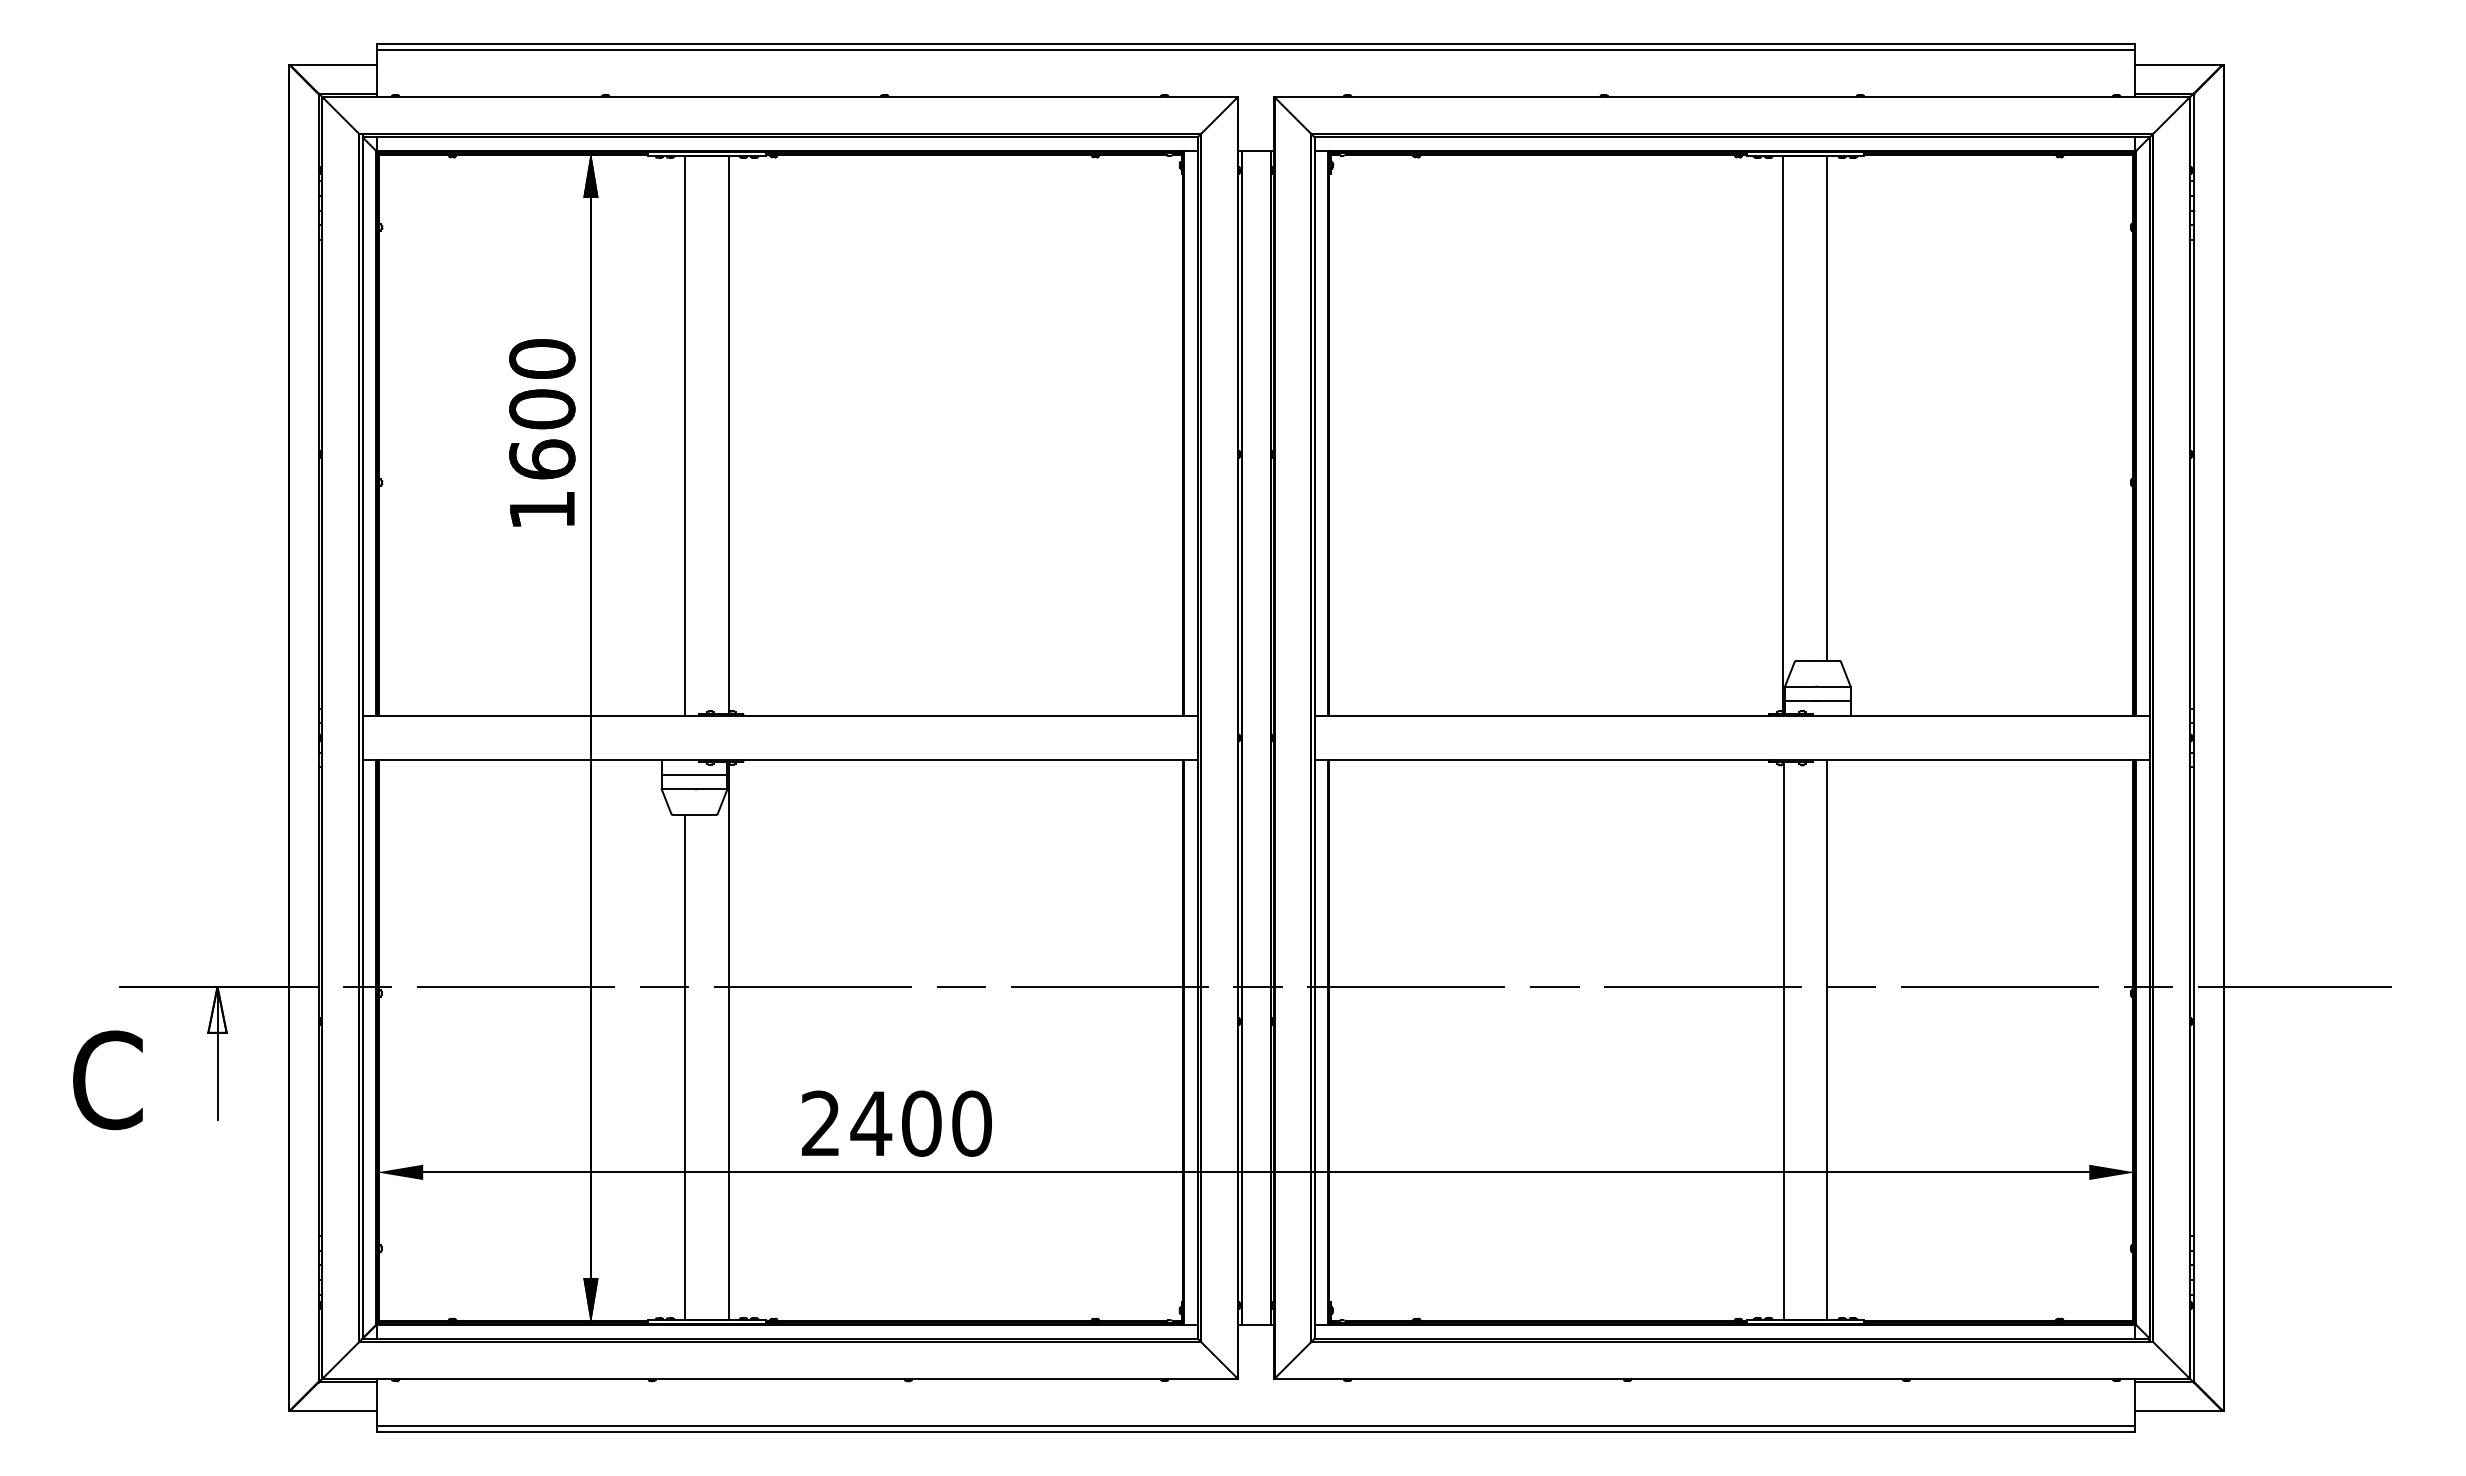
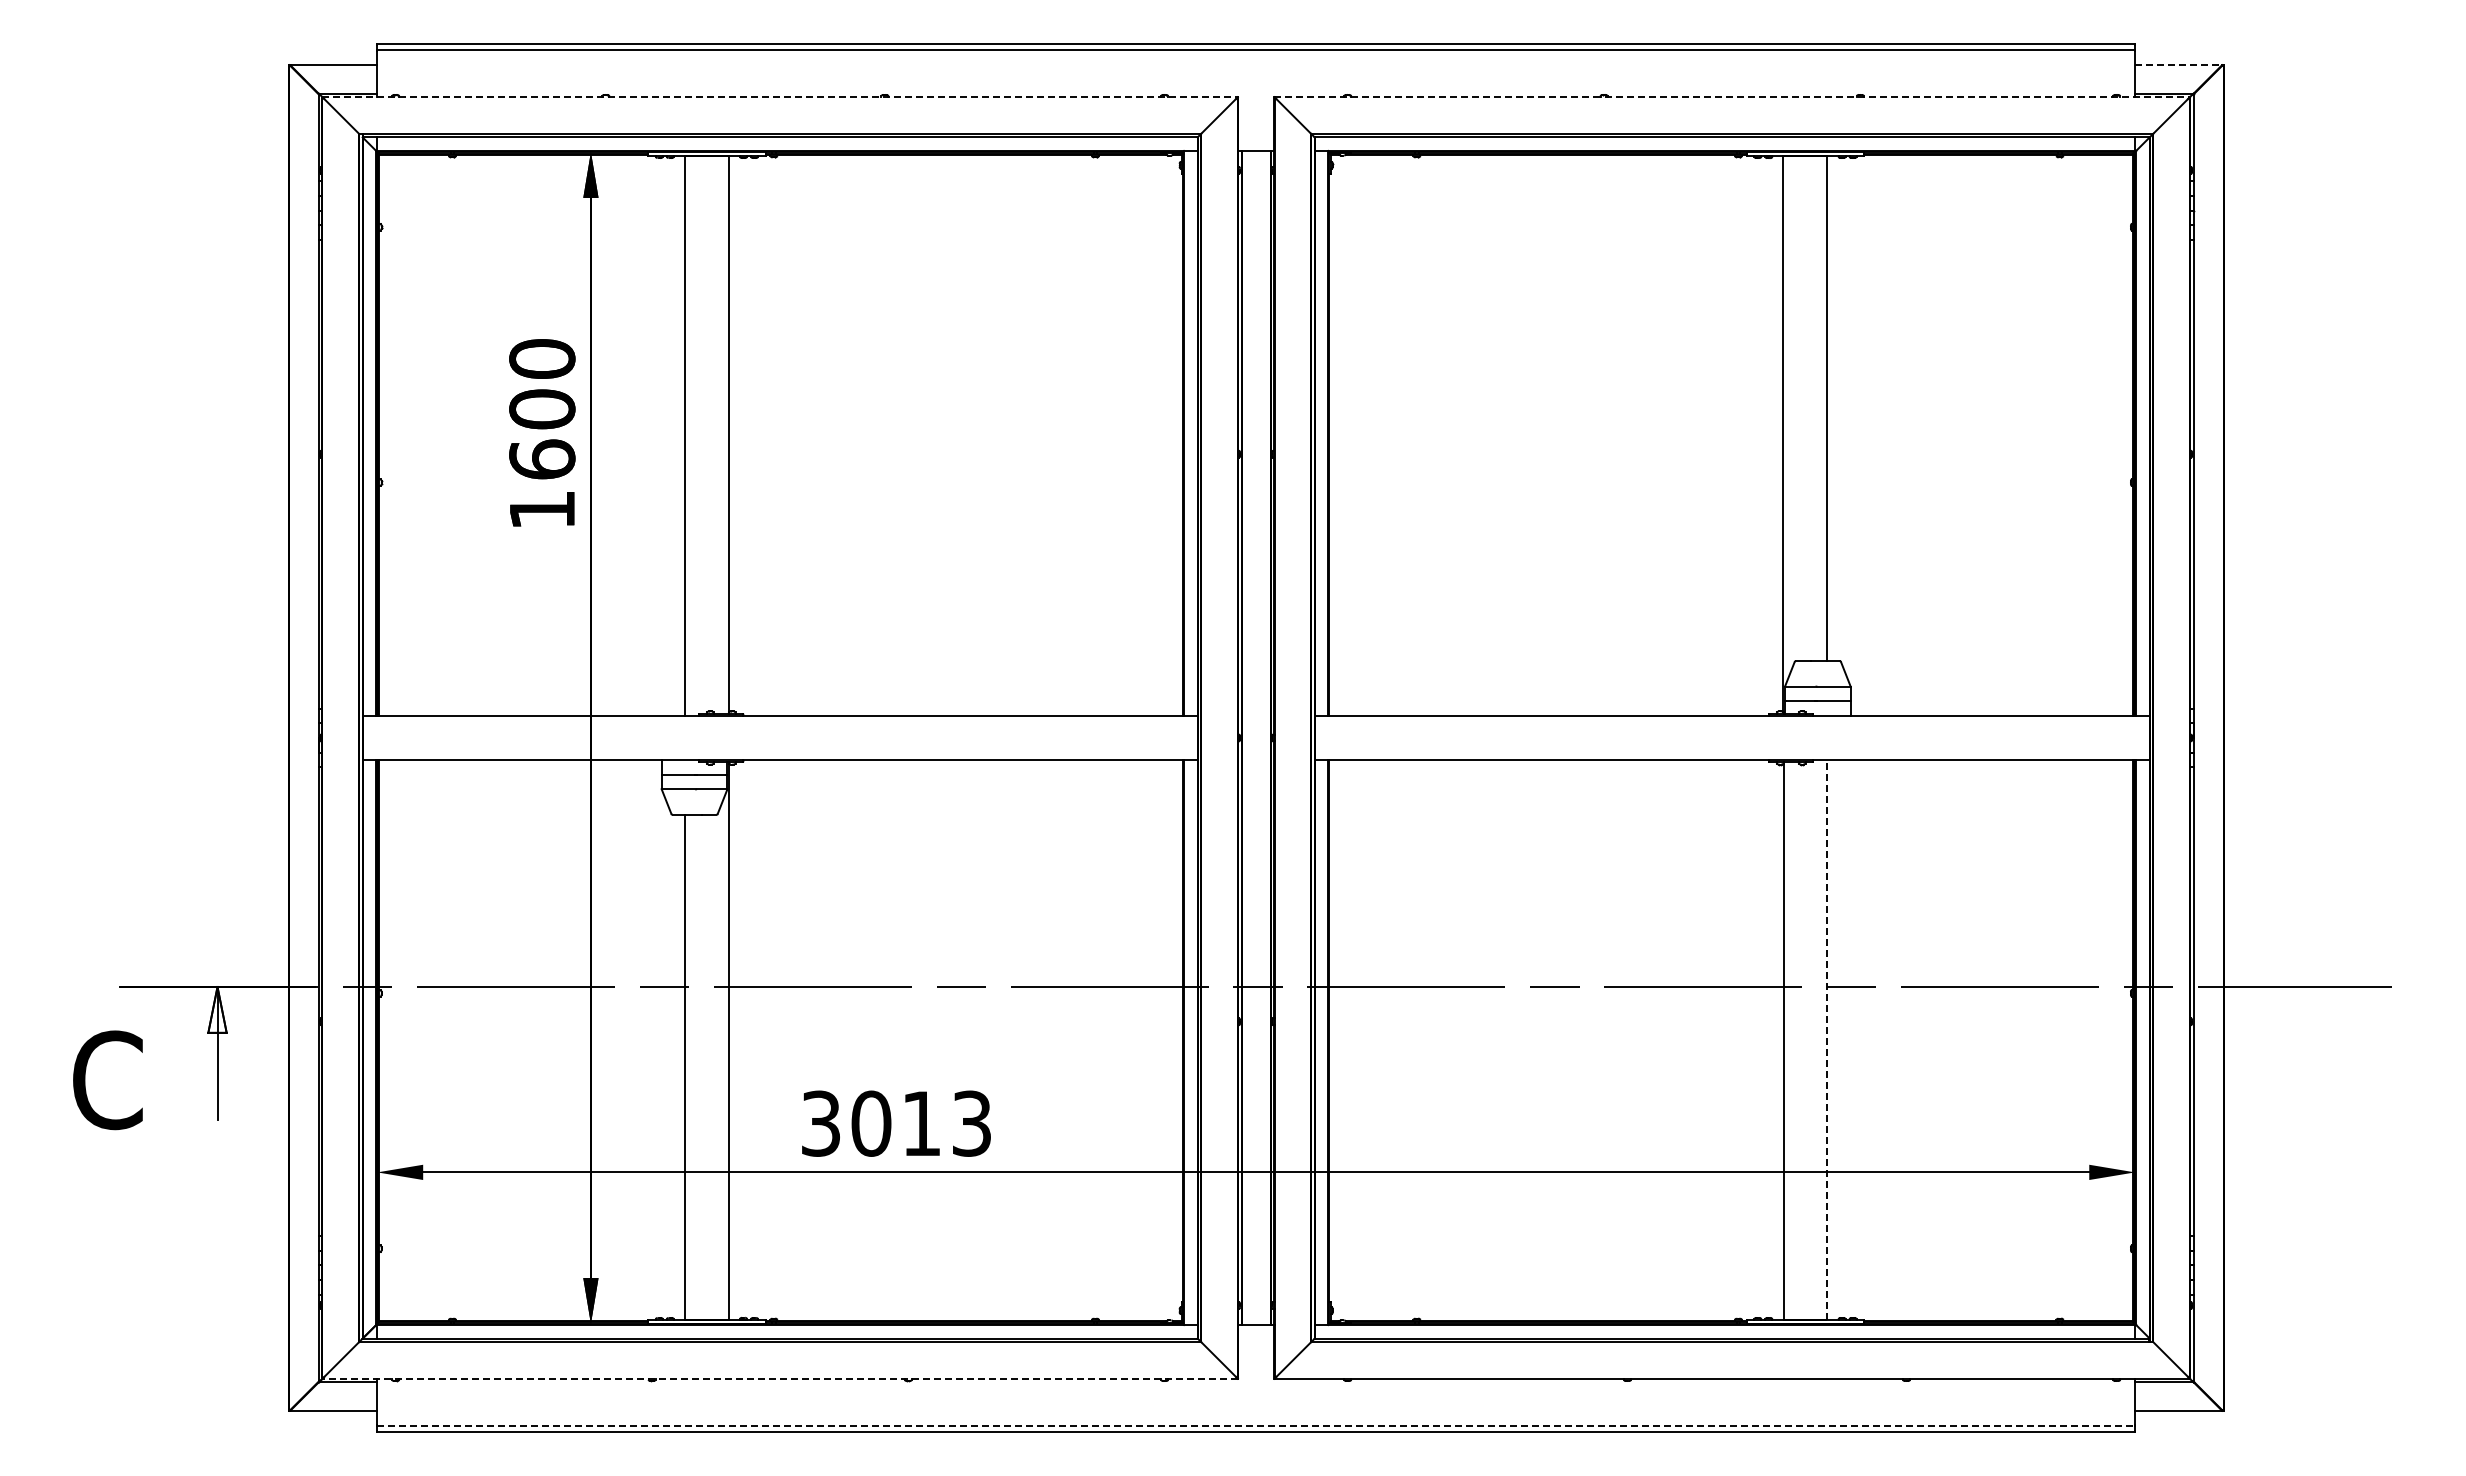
line at (2178, 64): solid -> dashed
line at (780, 97): solid -> dashed
line at (1732, 97): solid -> dashed
line at (1827, 1039): solid -> dashed
text at (896, 1123): 2400 -> 3013
line at (780, 1378): solid -> dashed
line at (1256, 1426): solid -> dashed
